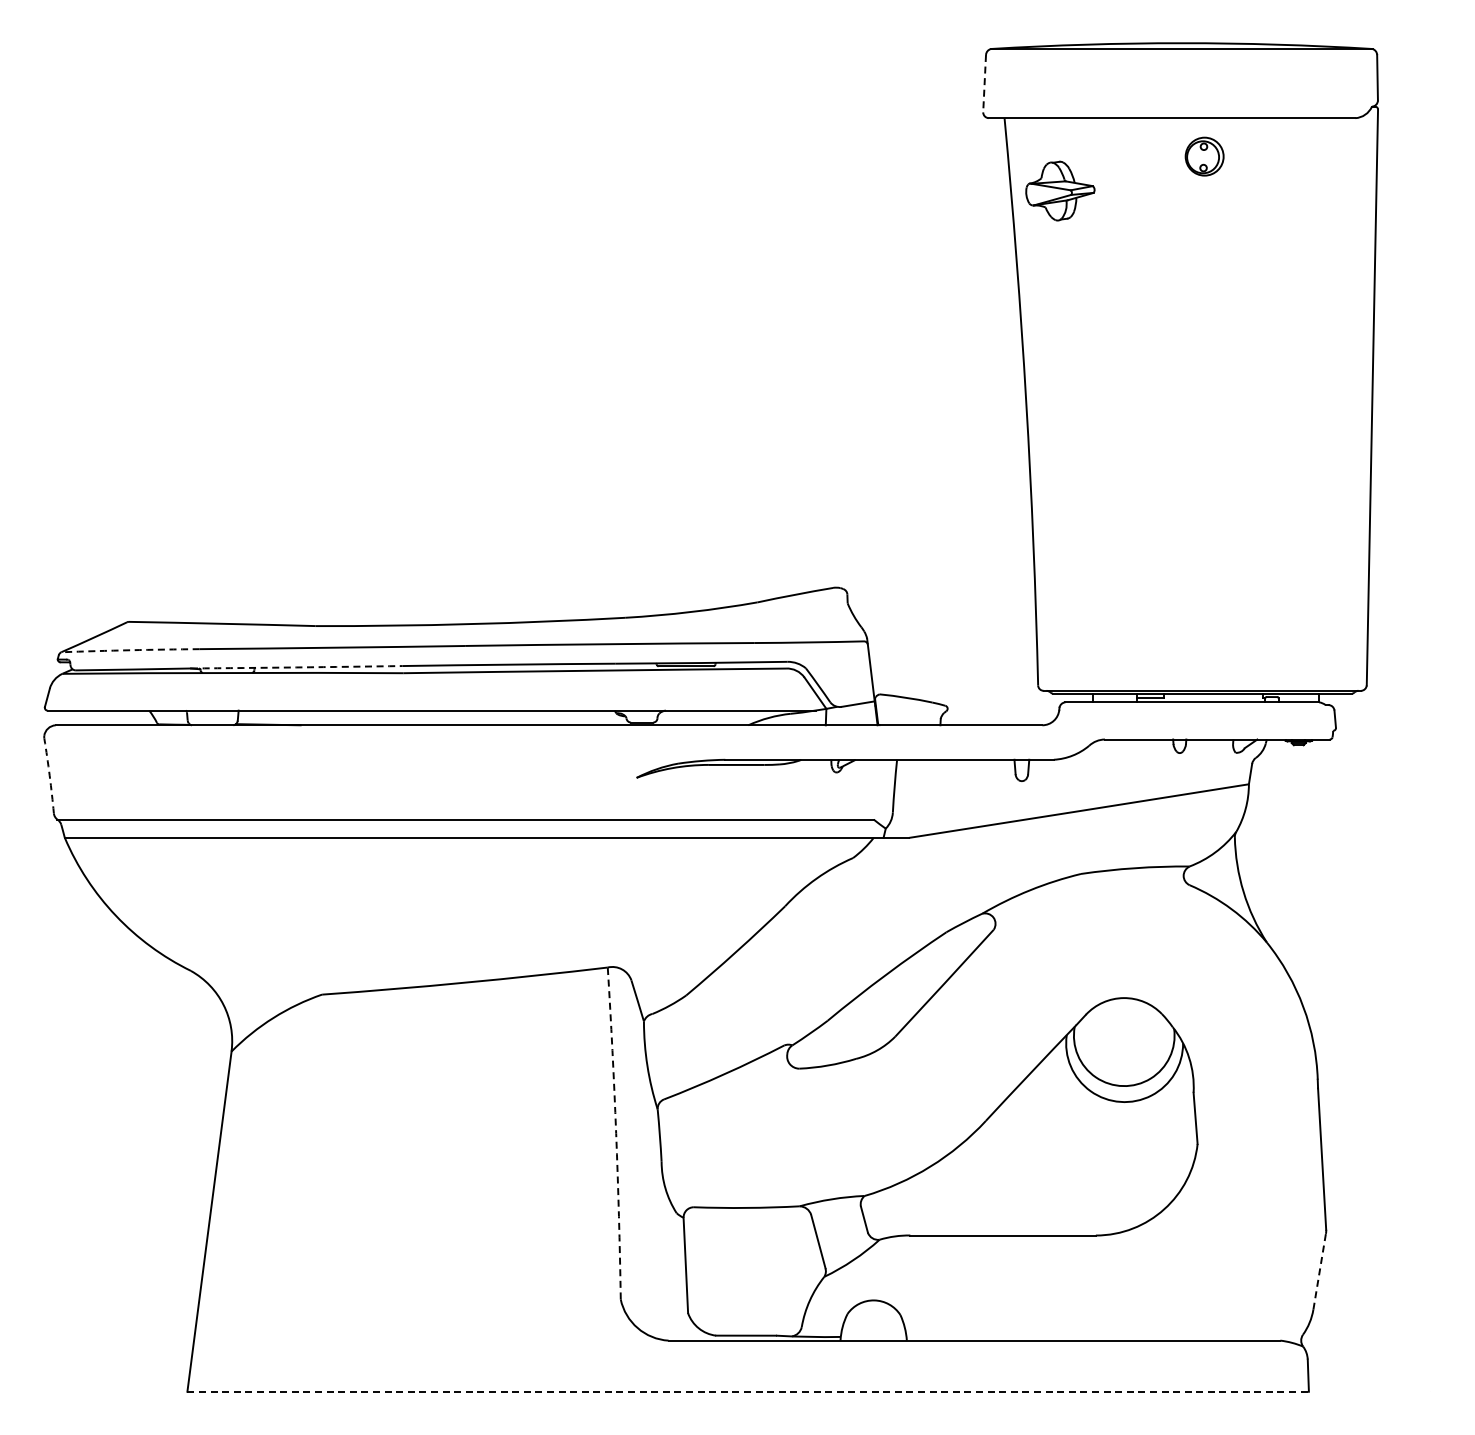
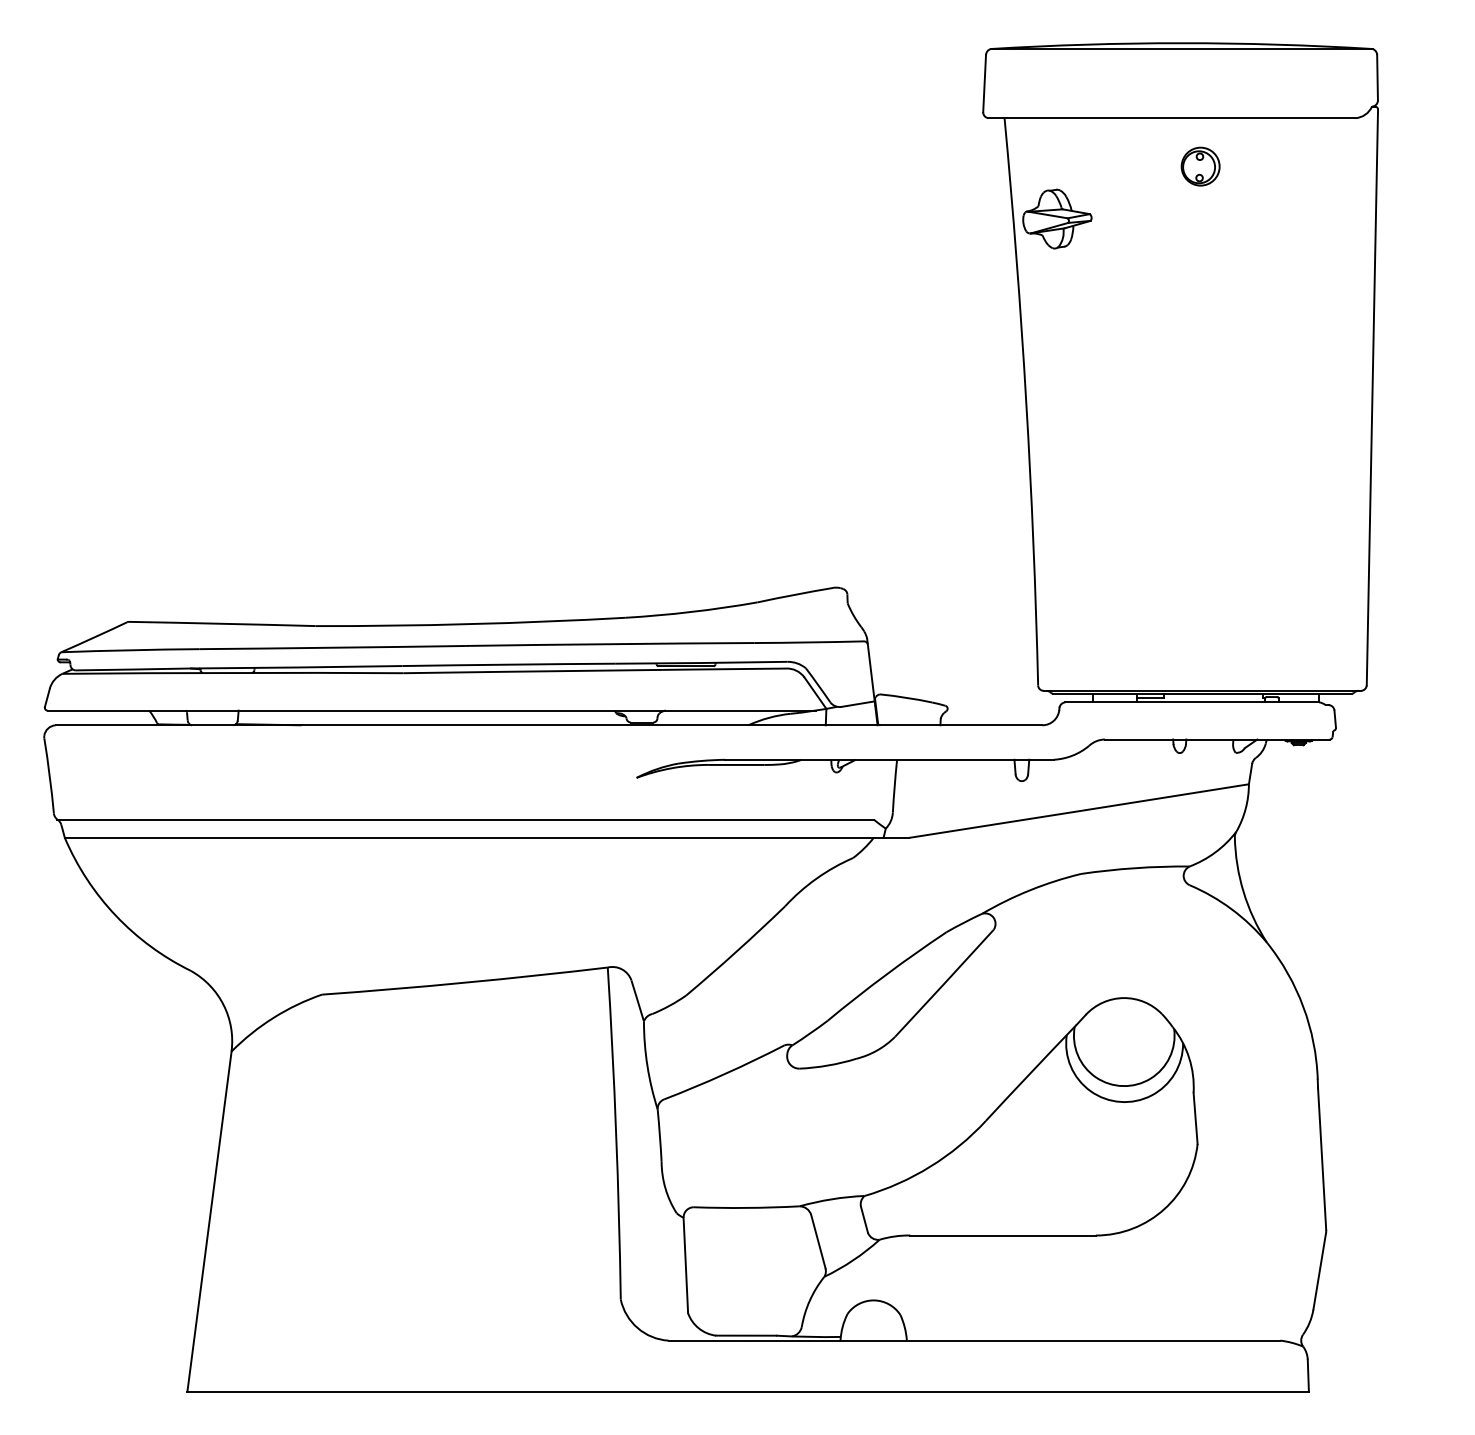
line at (984, 83): dashed -> solid
part at (1204, 156) position: (1204, 156) -> (1200, 166)
part at (1060, 190) position: (1060, 190) -> (1057, 218)
arc at (130, 650): dashed -> solid
arc at (296, 667): dashed -> solid
arc at (49, 775): dashed -> solid
arc at (616, 1133): dashed -> solid
line at (1319, 1271): dashed -> solid
line at (748, 1391): dashed -> solid
